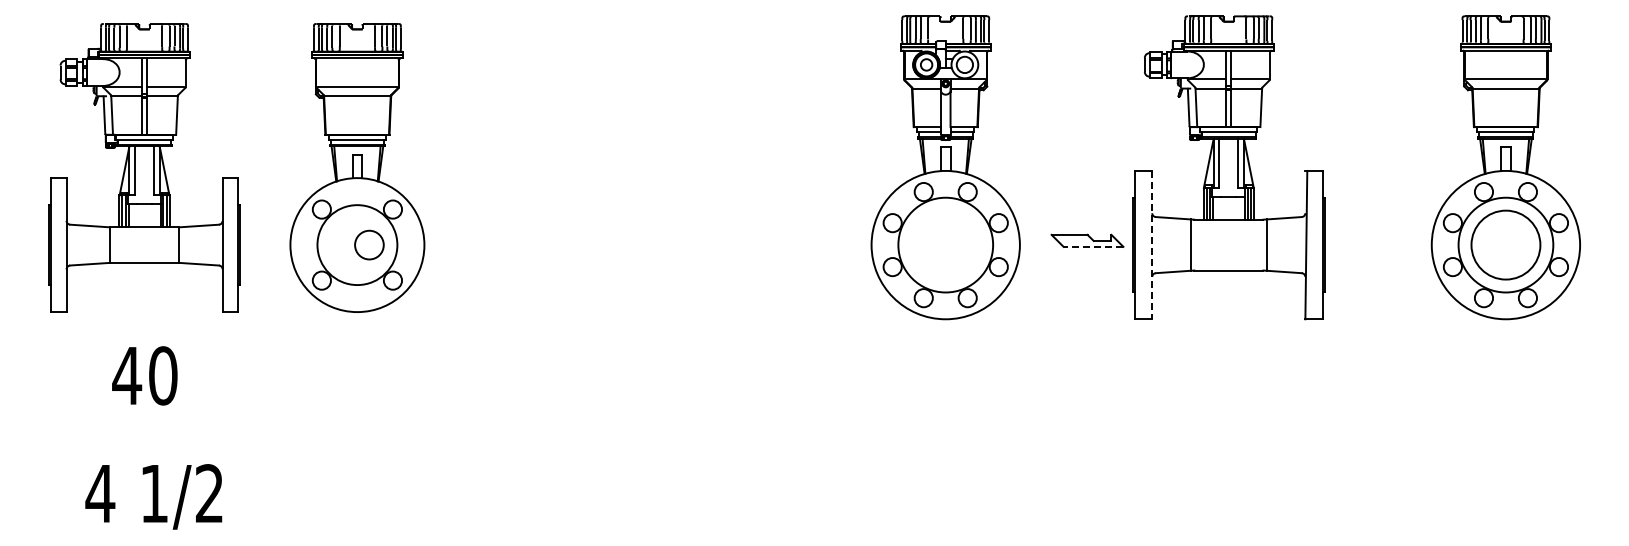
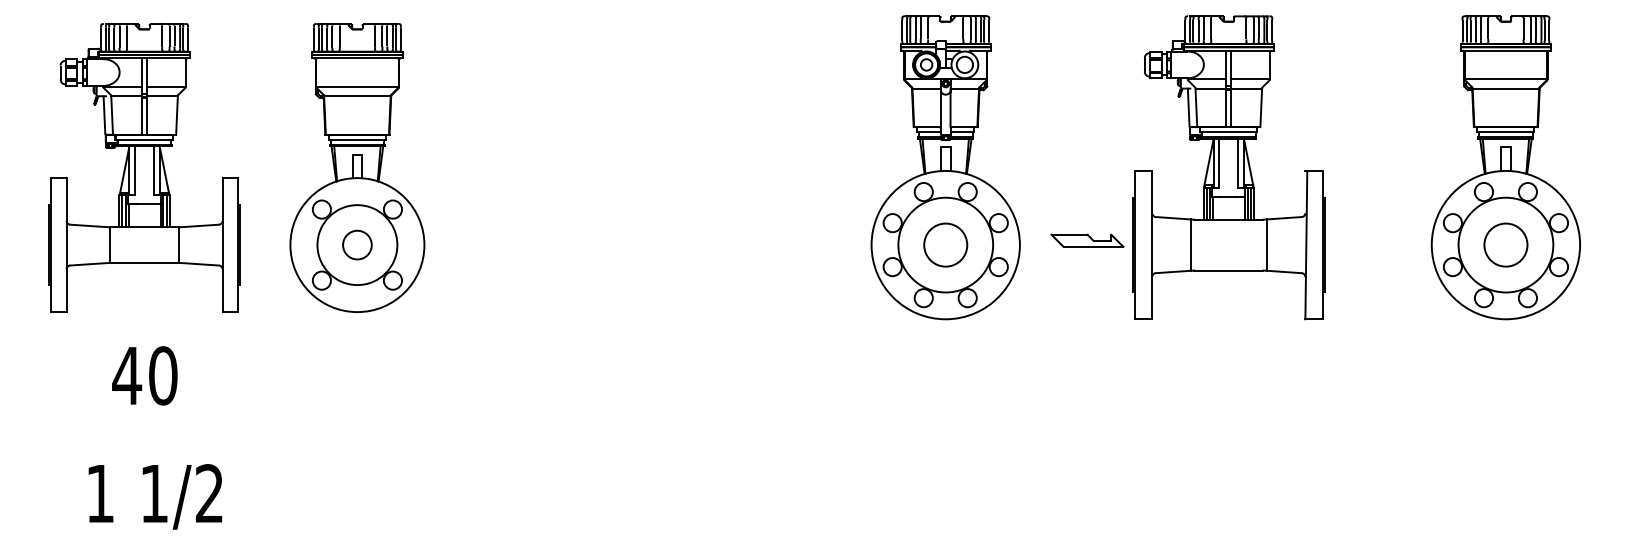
circle at (369, 244) position: (369, 244) -> (357, 244)
circle at (945, 244): none -> present
circle at (1505, 244) diameter: 69 px -> 43 px
line at (1152, 245): dashed -> solid
line at (1093, 246): dashed -> solid
text at (100, 493): 4 -> 1
